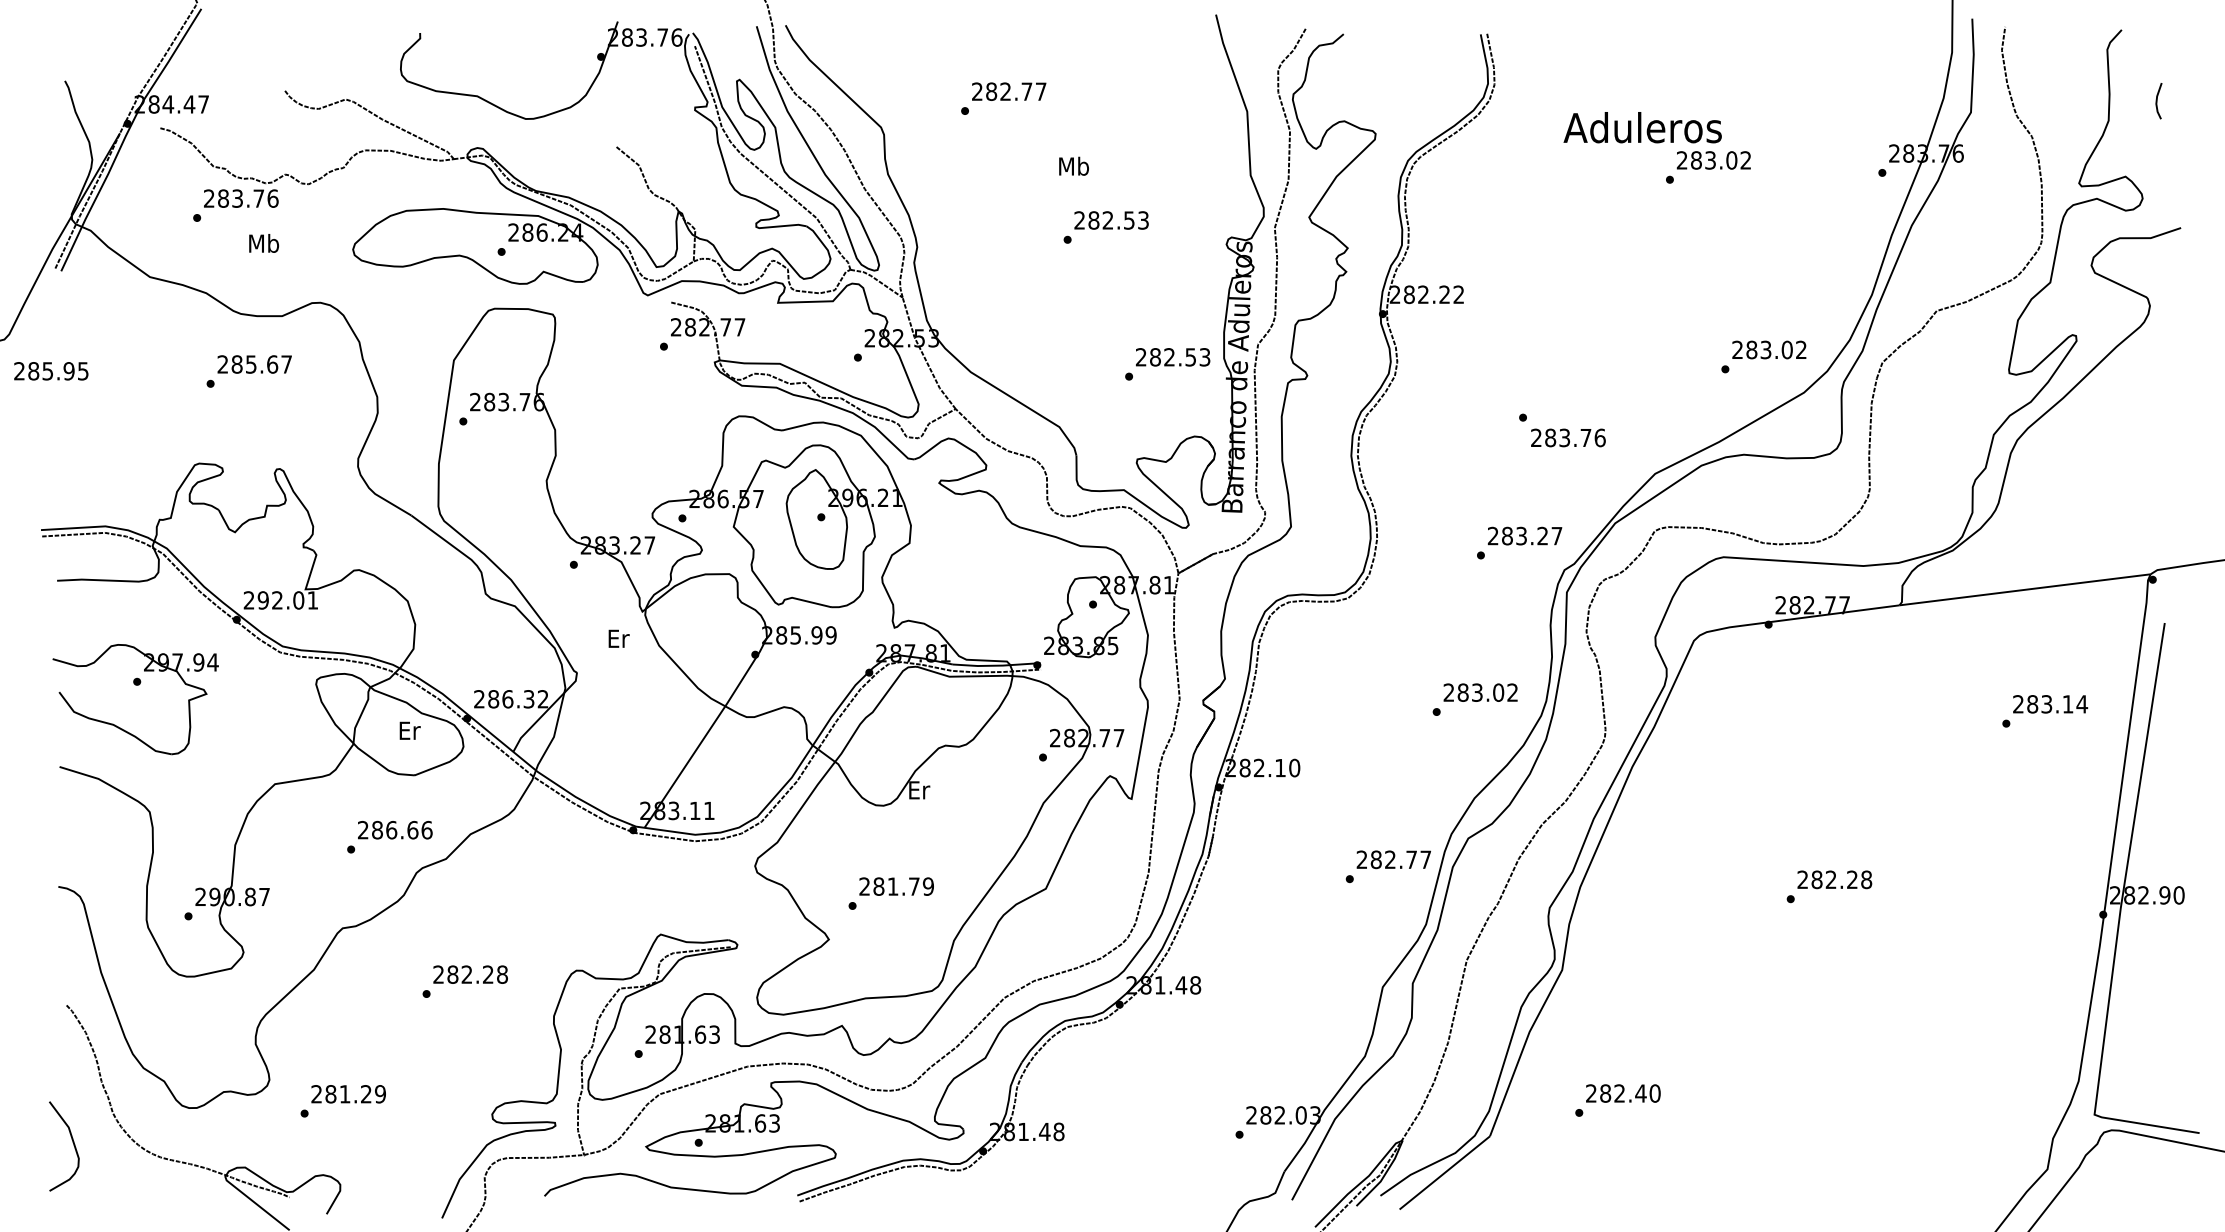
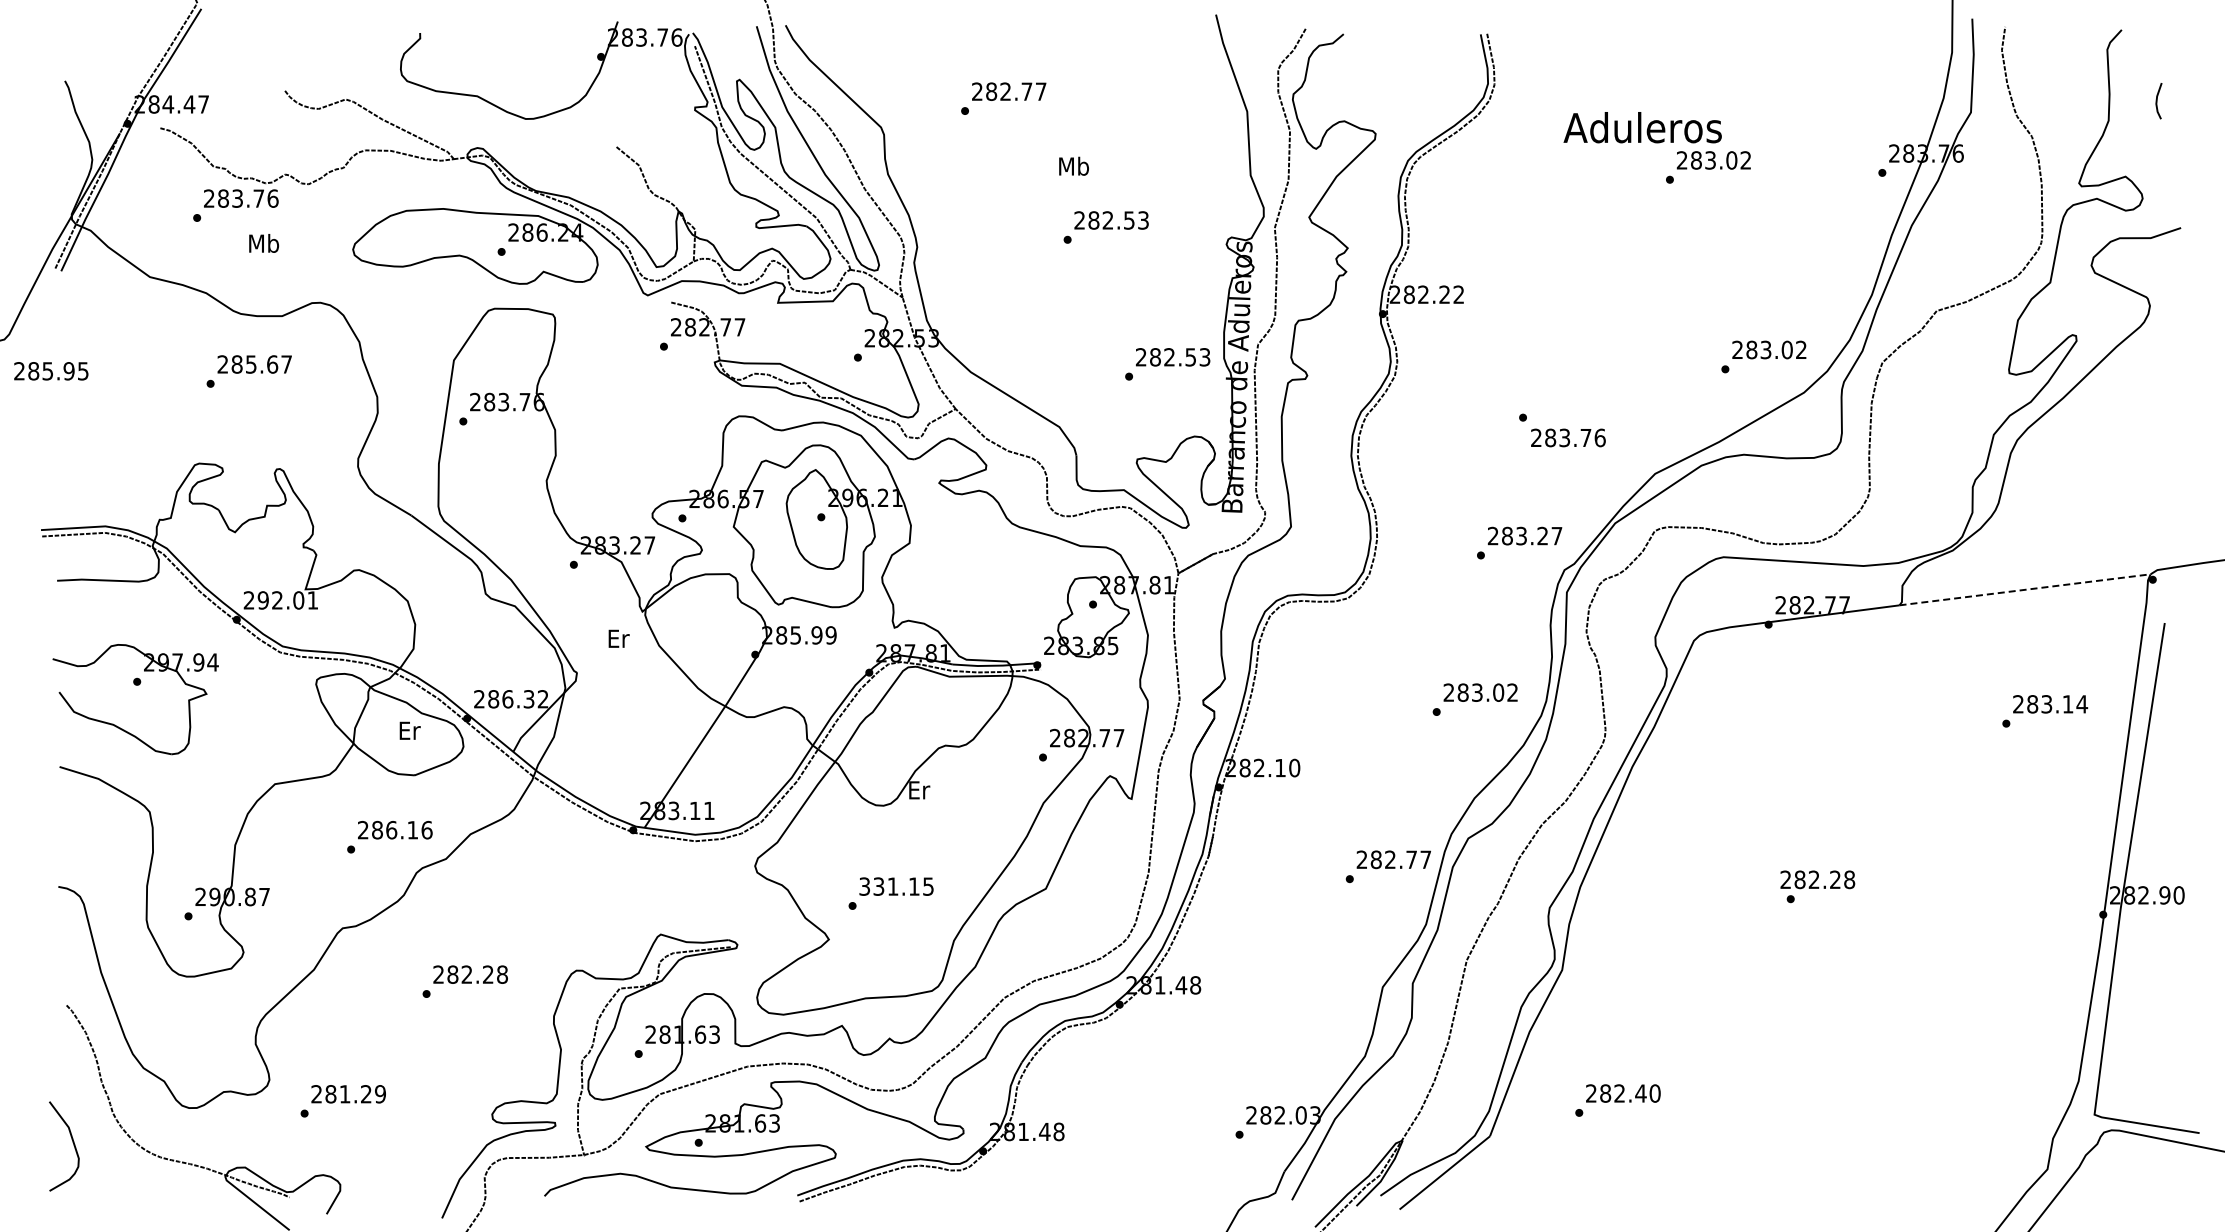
line at (2025, 589): solid -> dashed
text at (412, 829): 286.66 -> 286.16
text at (1834, 879) position: (1834, 879) -> (1817, 879)
text at (896, 886): 281.79 -> 331.15
